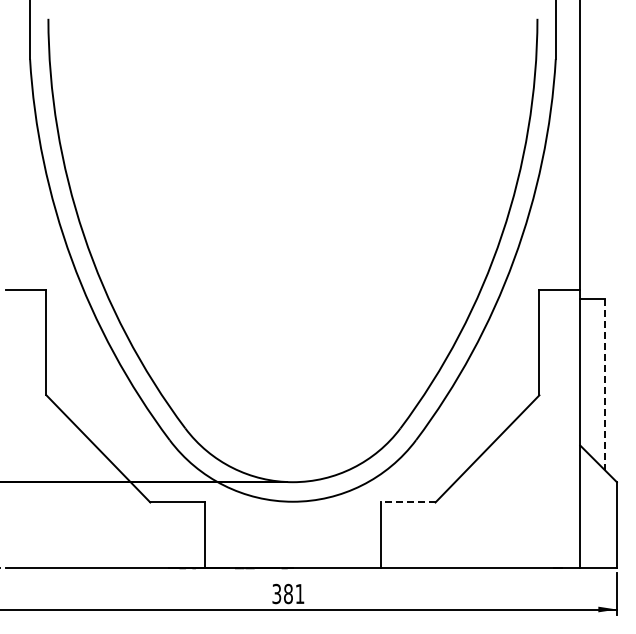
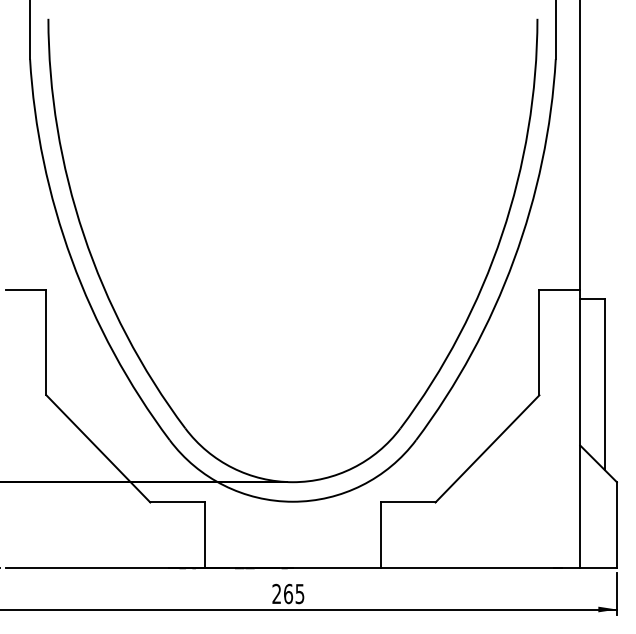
line at (604, 384): dashed -> solid
line at (407, 502): dashed -> solid
text at (288, 593): 381 -> 265
